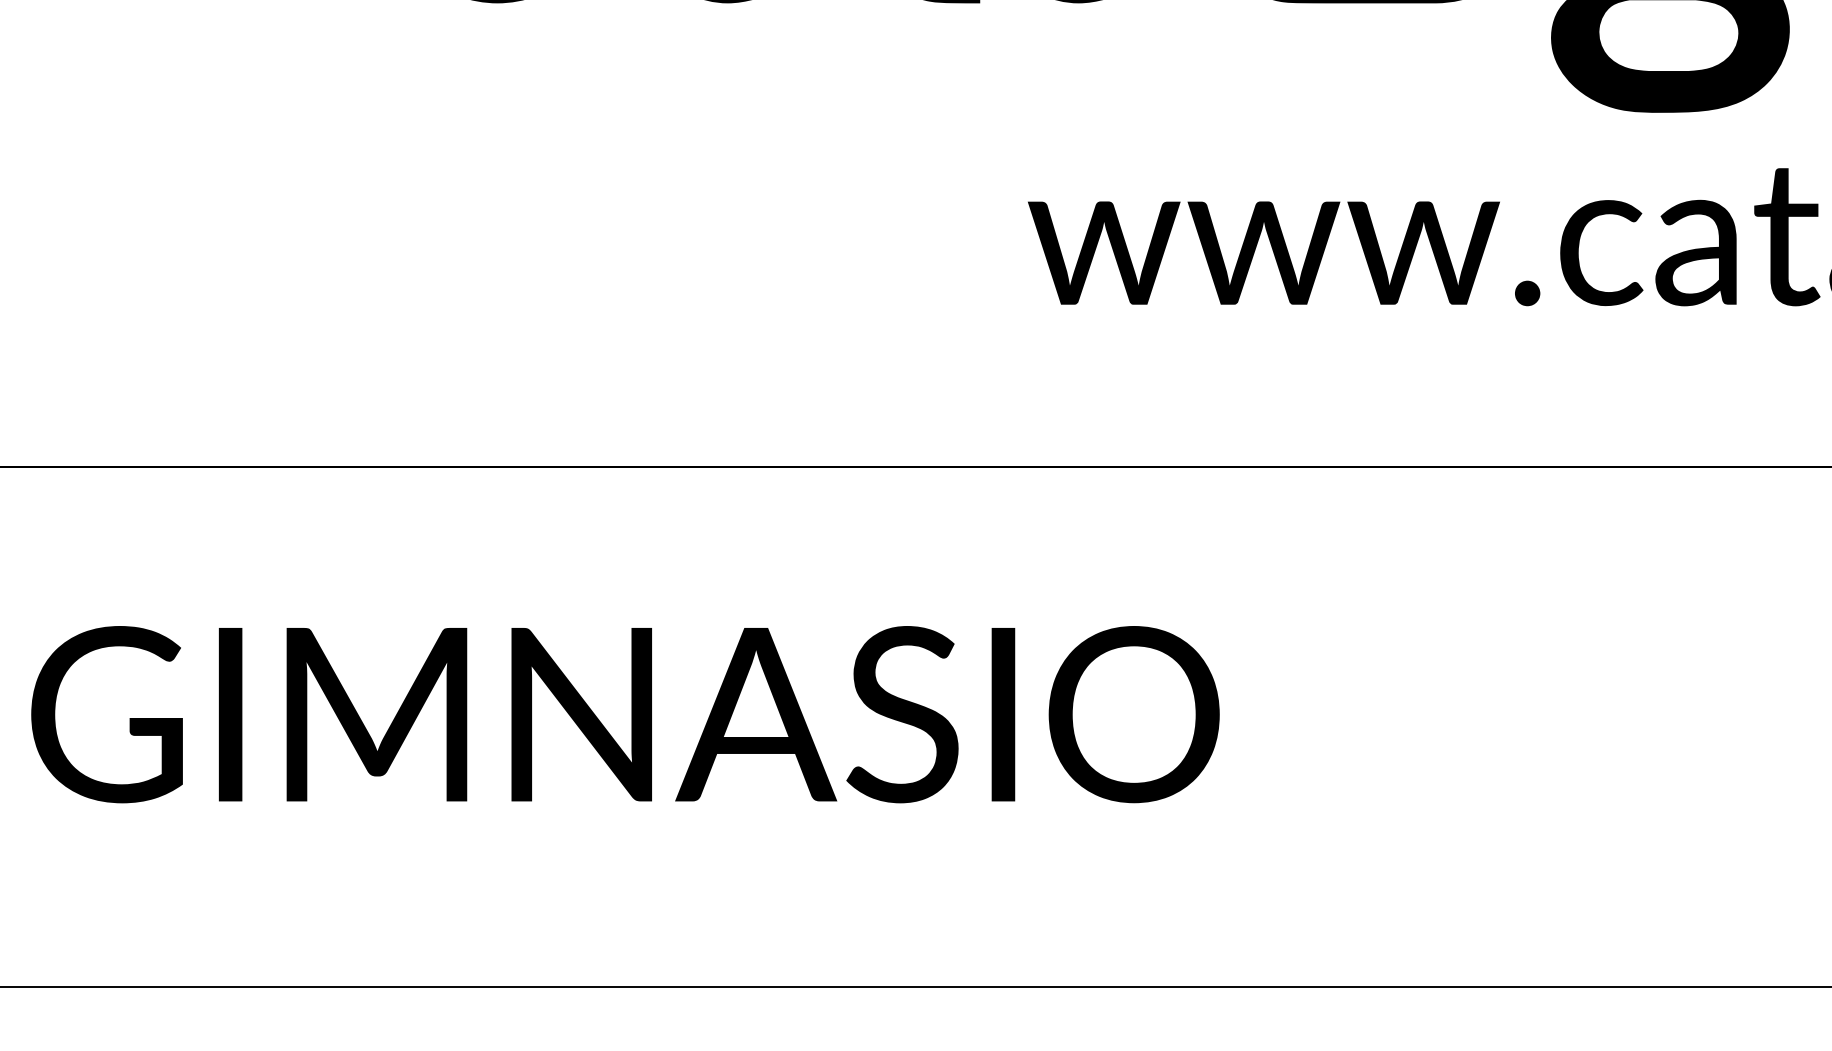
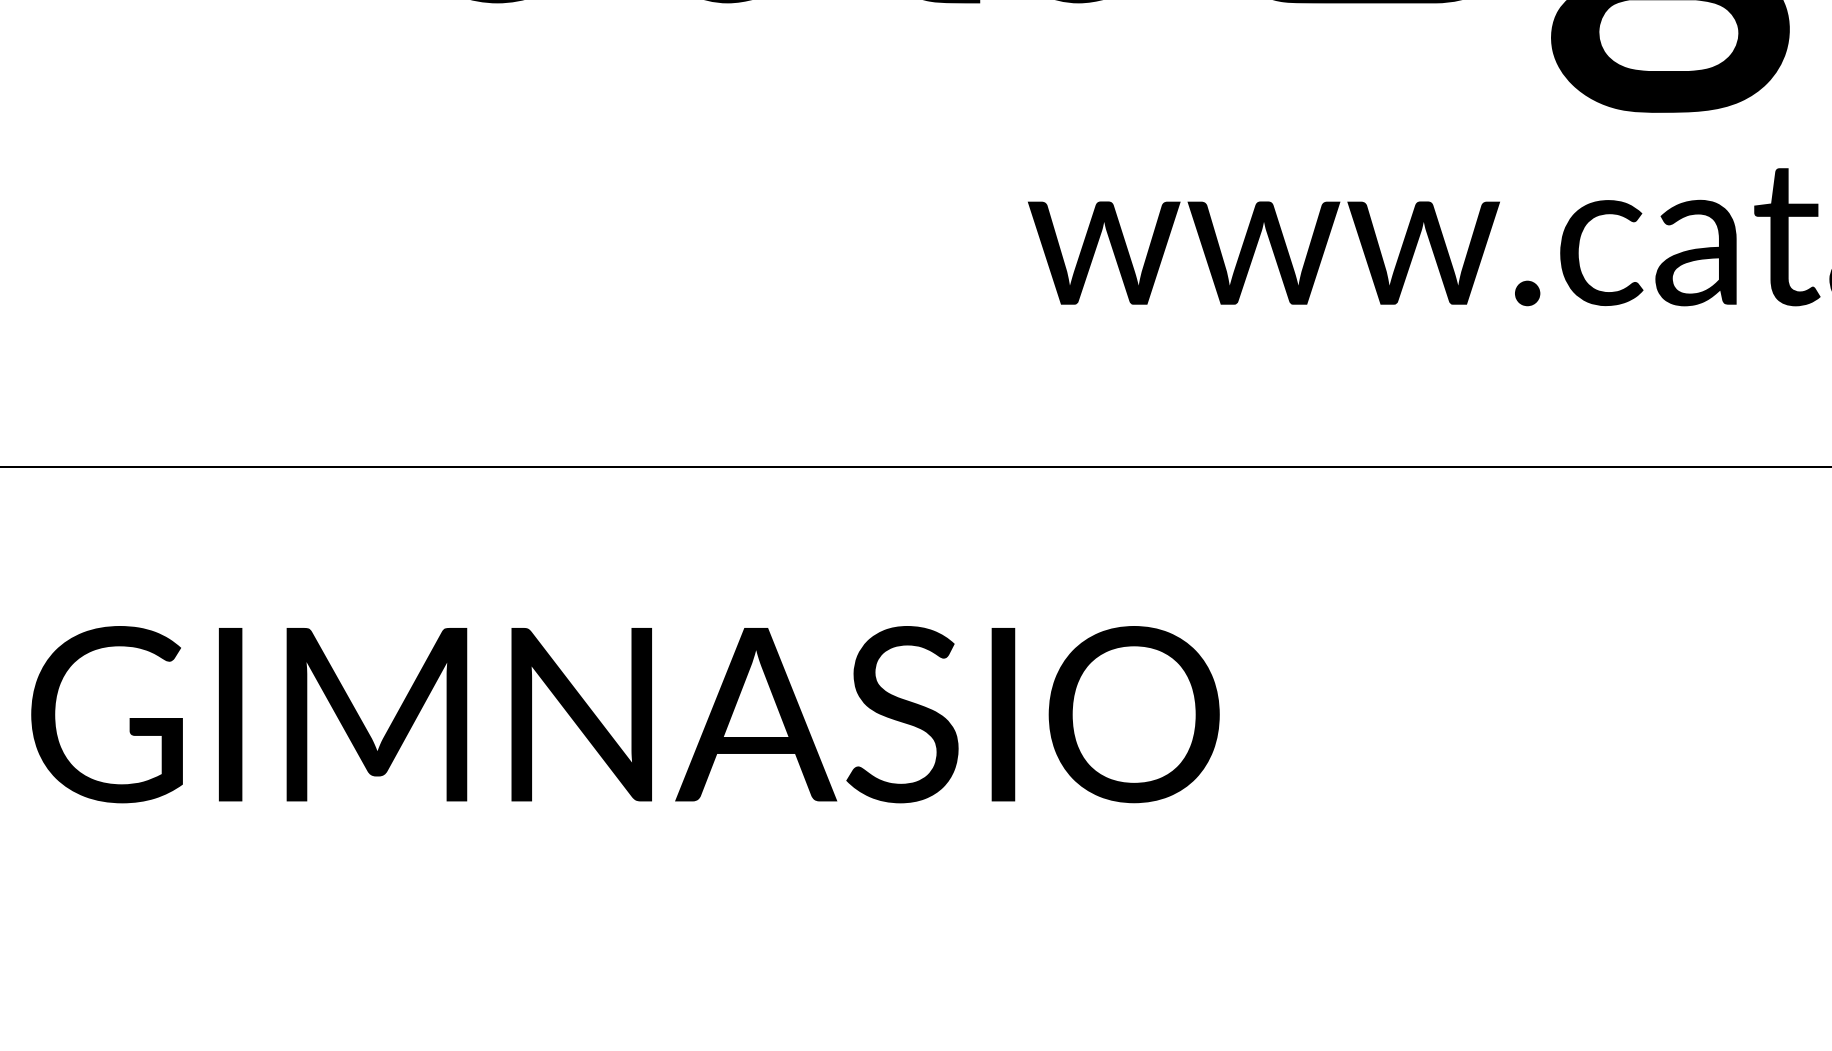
line at (915, 987): present -> none
